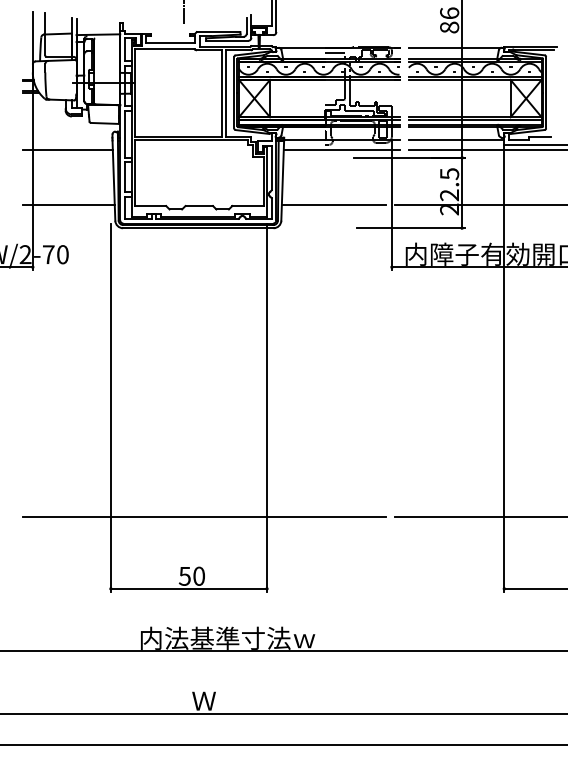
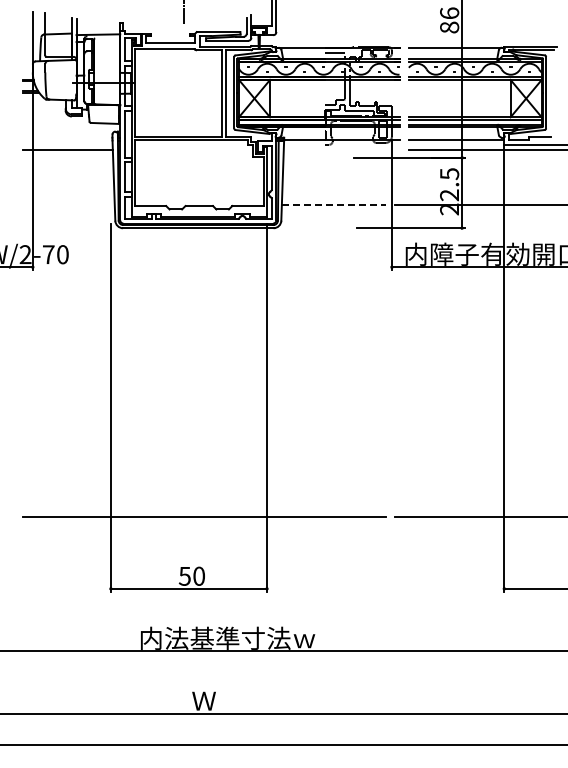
line at (341, 150): present -> none
line at (68, 204): present -> none
line at (333, 204): solid -> dashed
